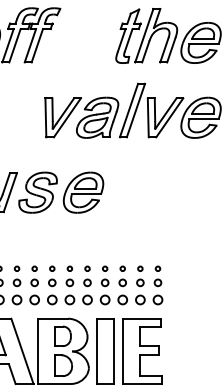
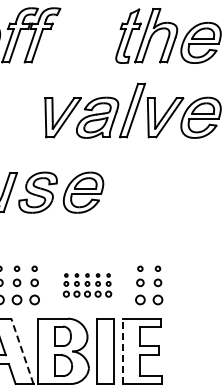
part at (87, 285) size: 81x41 px -> 51x25 px
line at (22, 350): solid -> dashed
line at (122, 351): solid -> dashed
